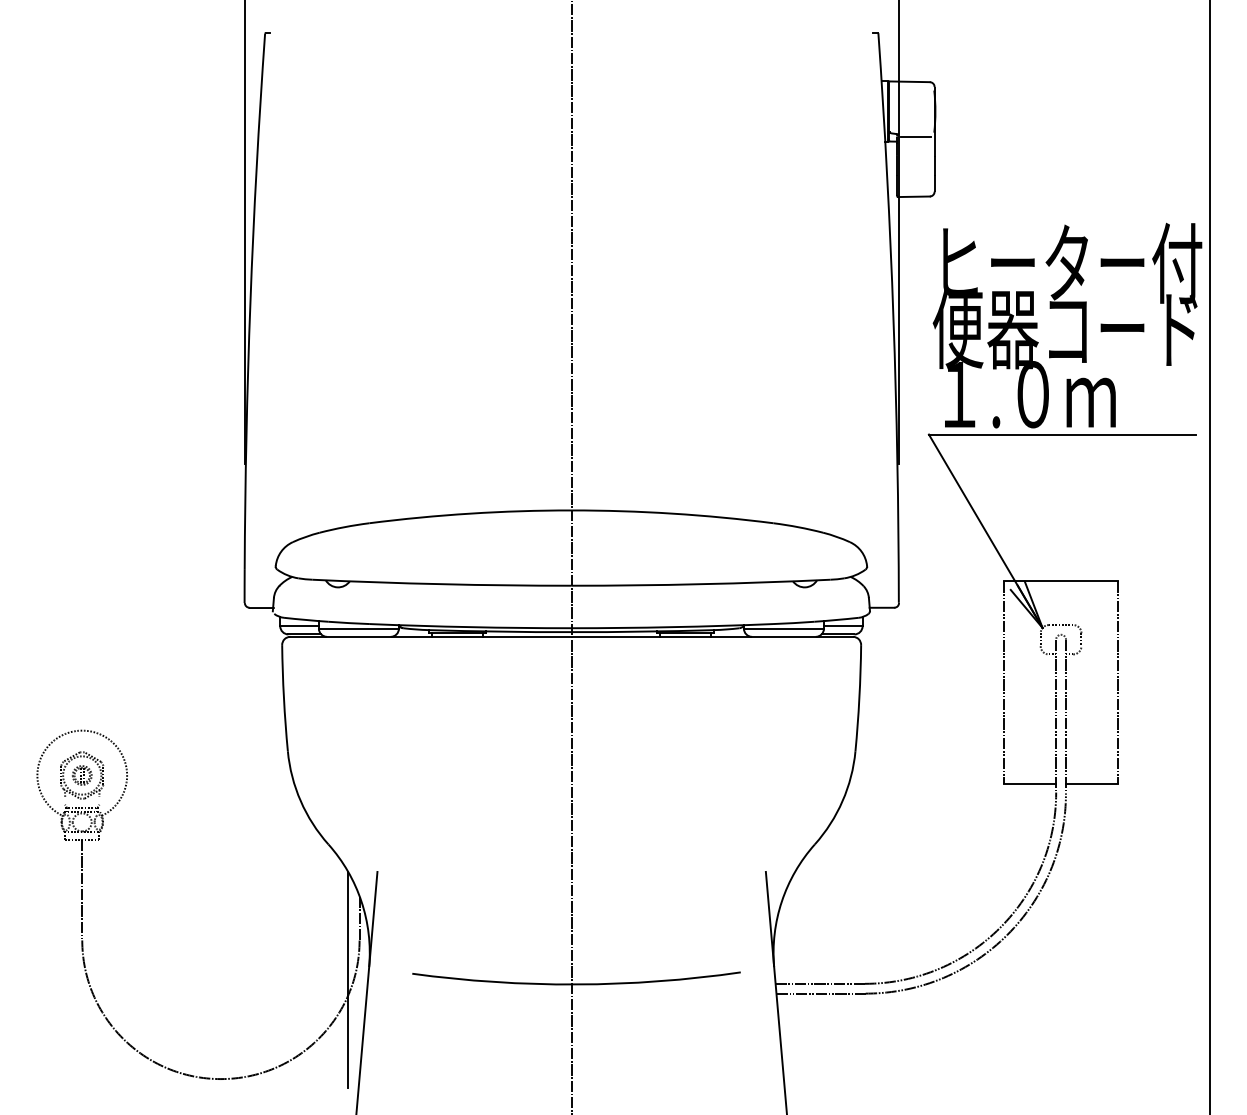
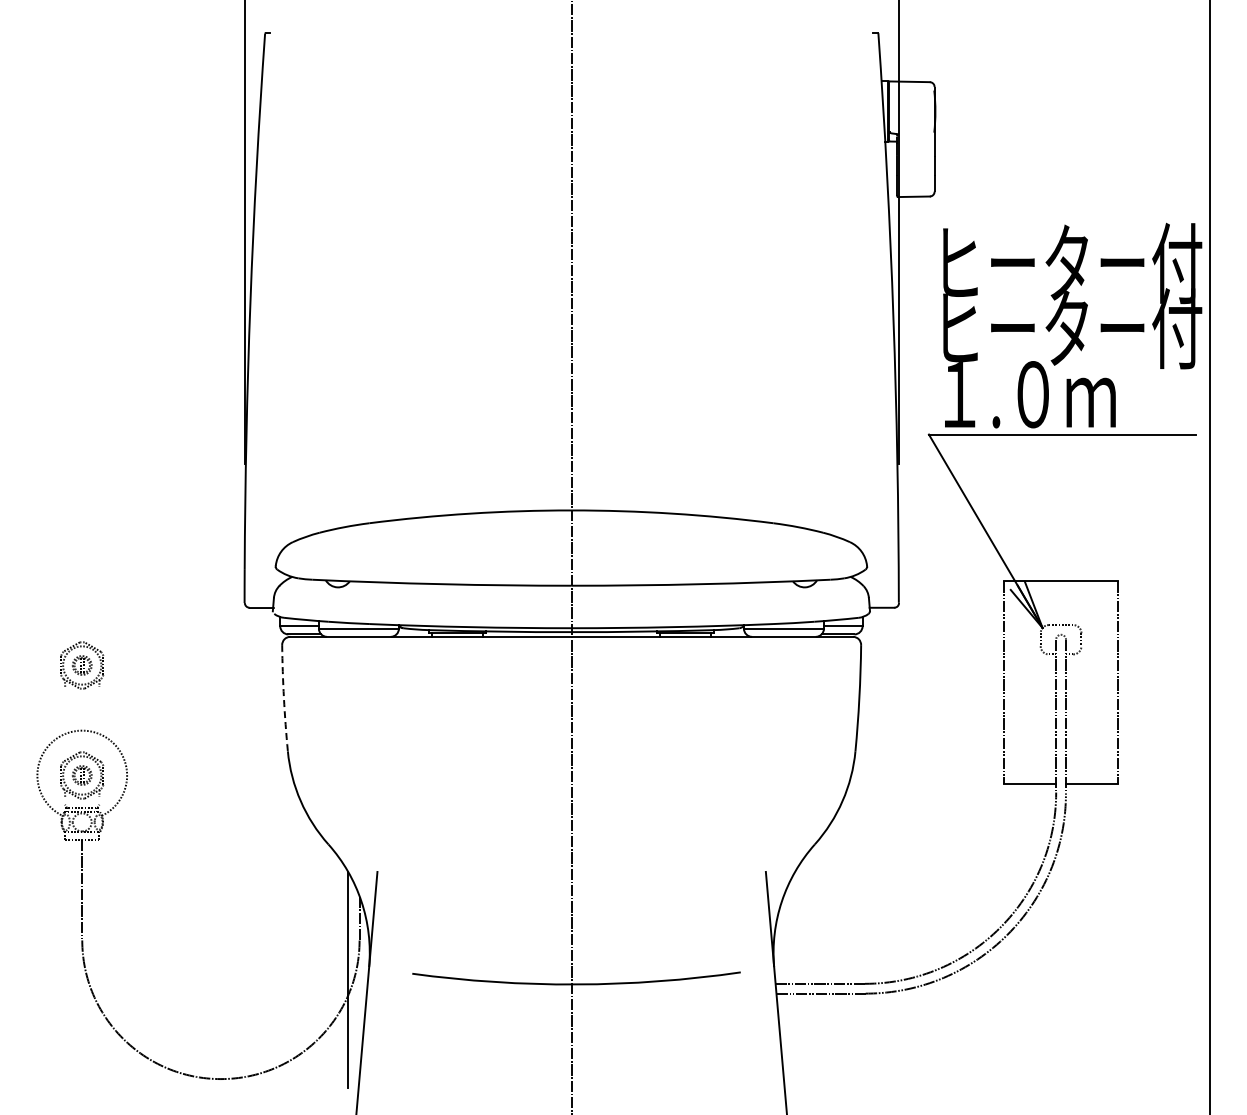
line at (915, 136): present -> none
text at (1067, 328): 便器コード -> ヒーター付
part at (82, 665): none -> present
arc at (283, 698): solid -> dashed
